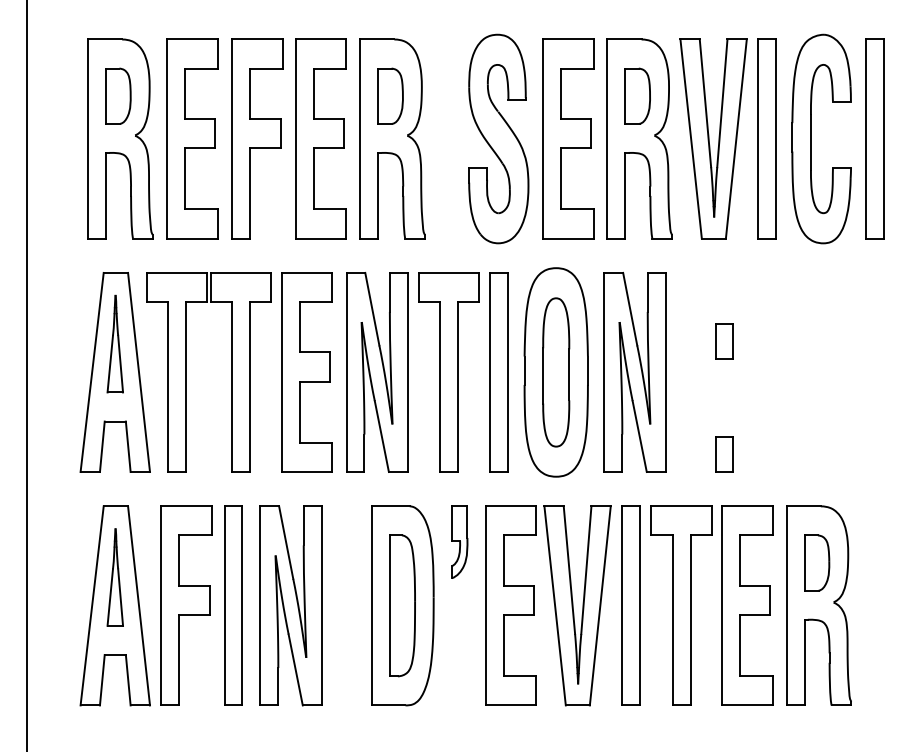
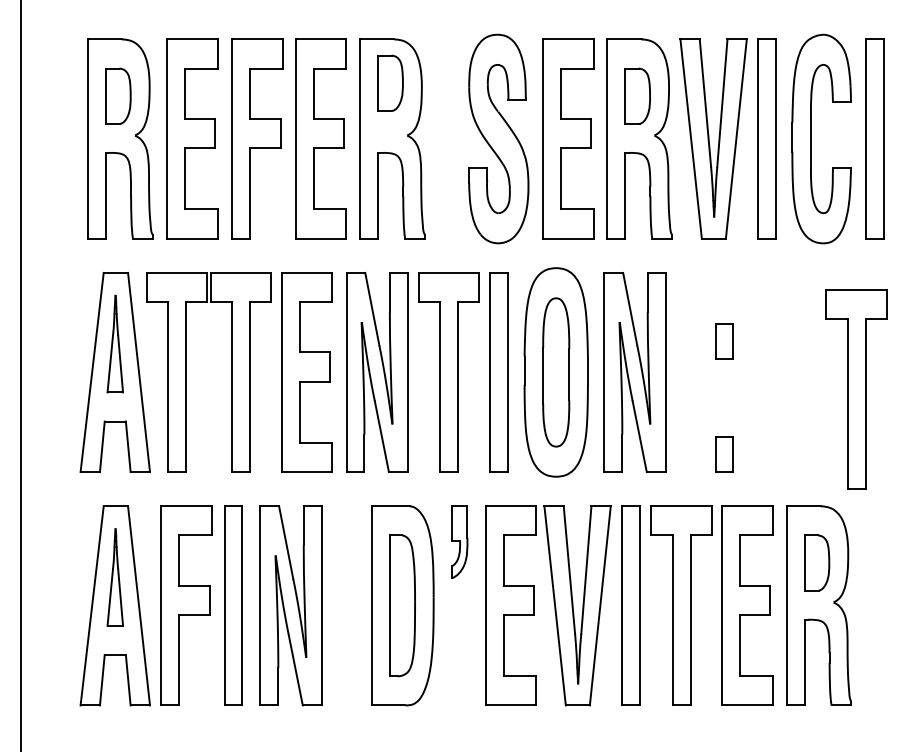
part at (390, 95) position: (390, 95) -> (390, 82)
line at (27, 375) position: (27, 375) -> (21, 375)
part at (856, 389): none -> present
